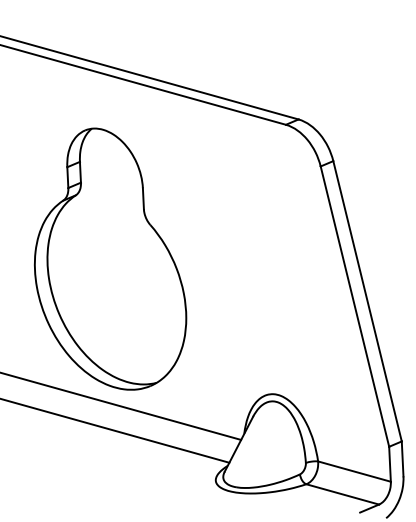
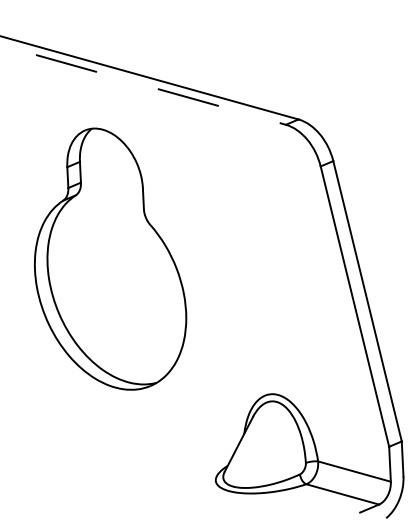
line at (143, 85): solid -> dashed
line at (121, 406): present -> none
line at (115, 430): present -> none
